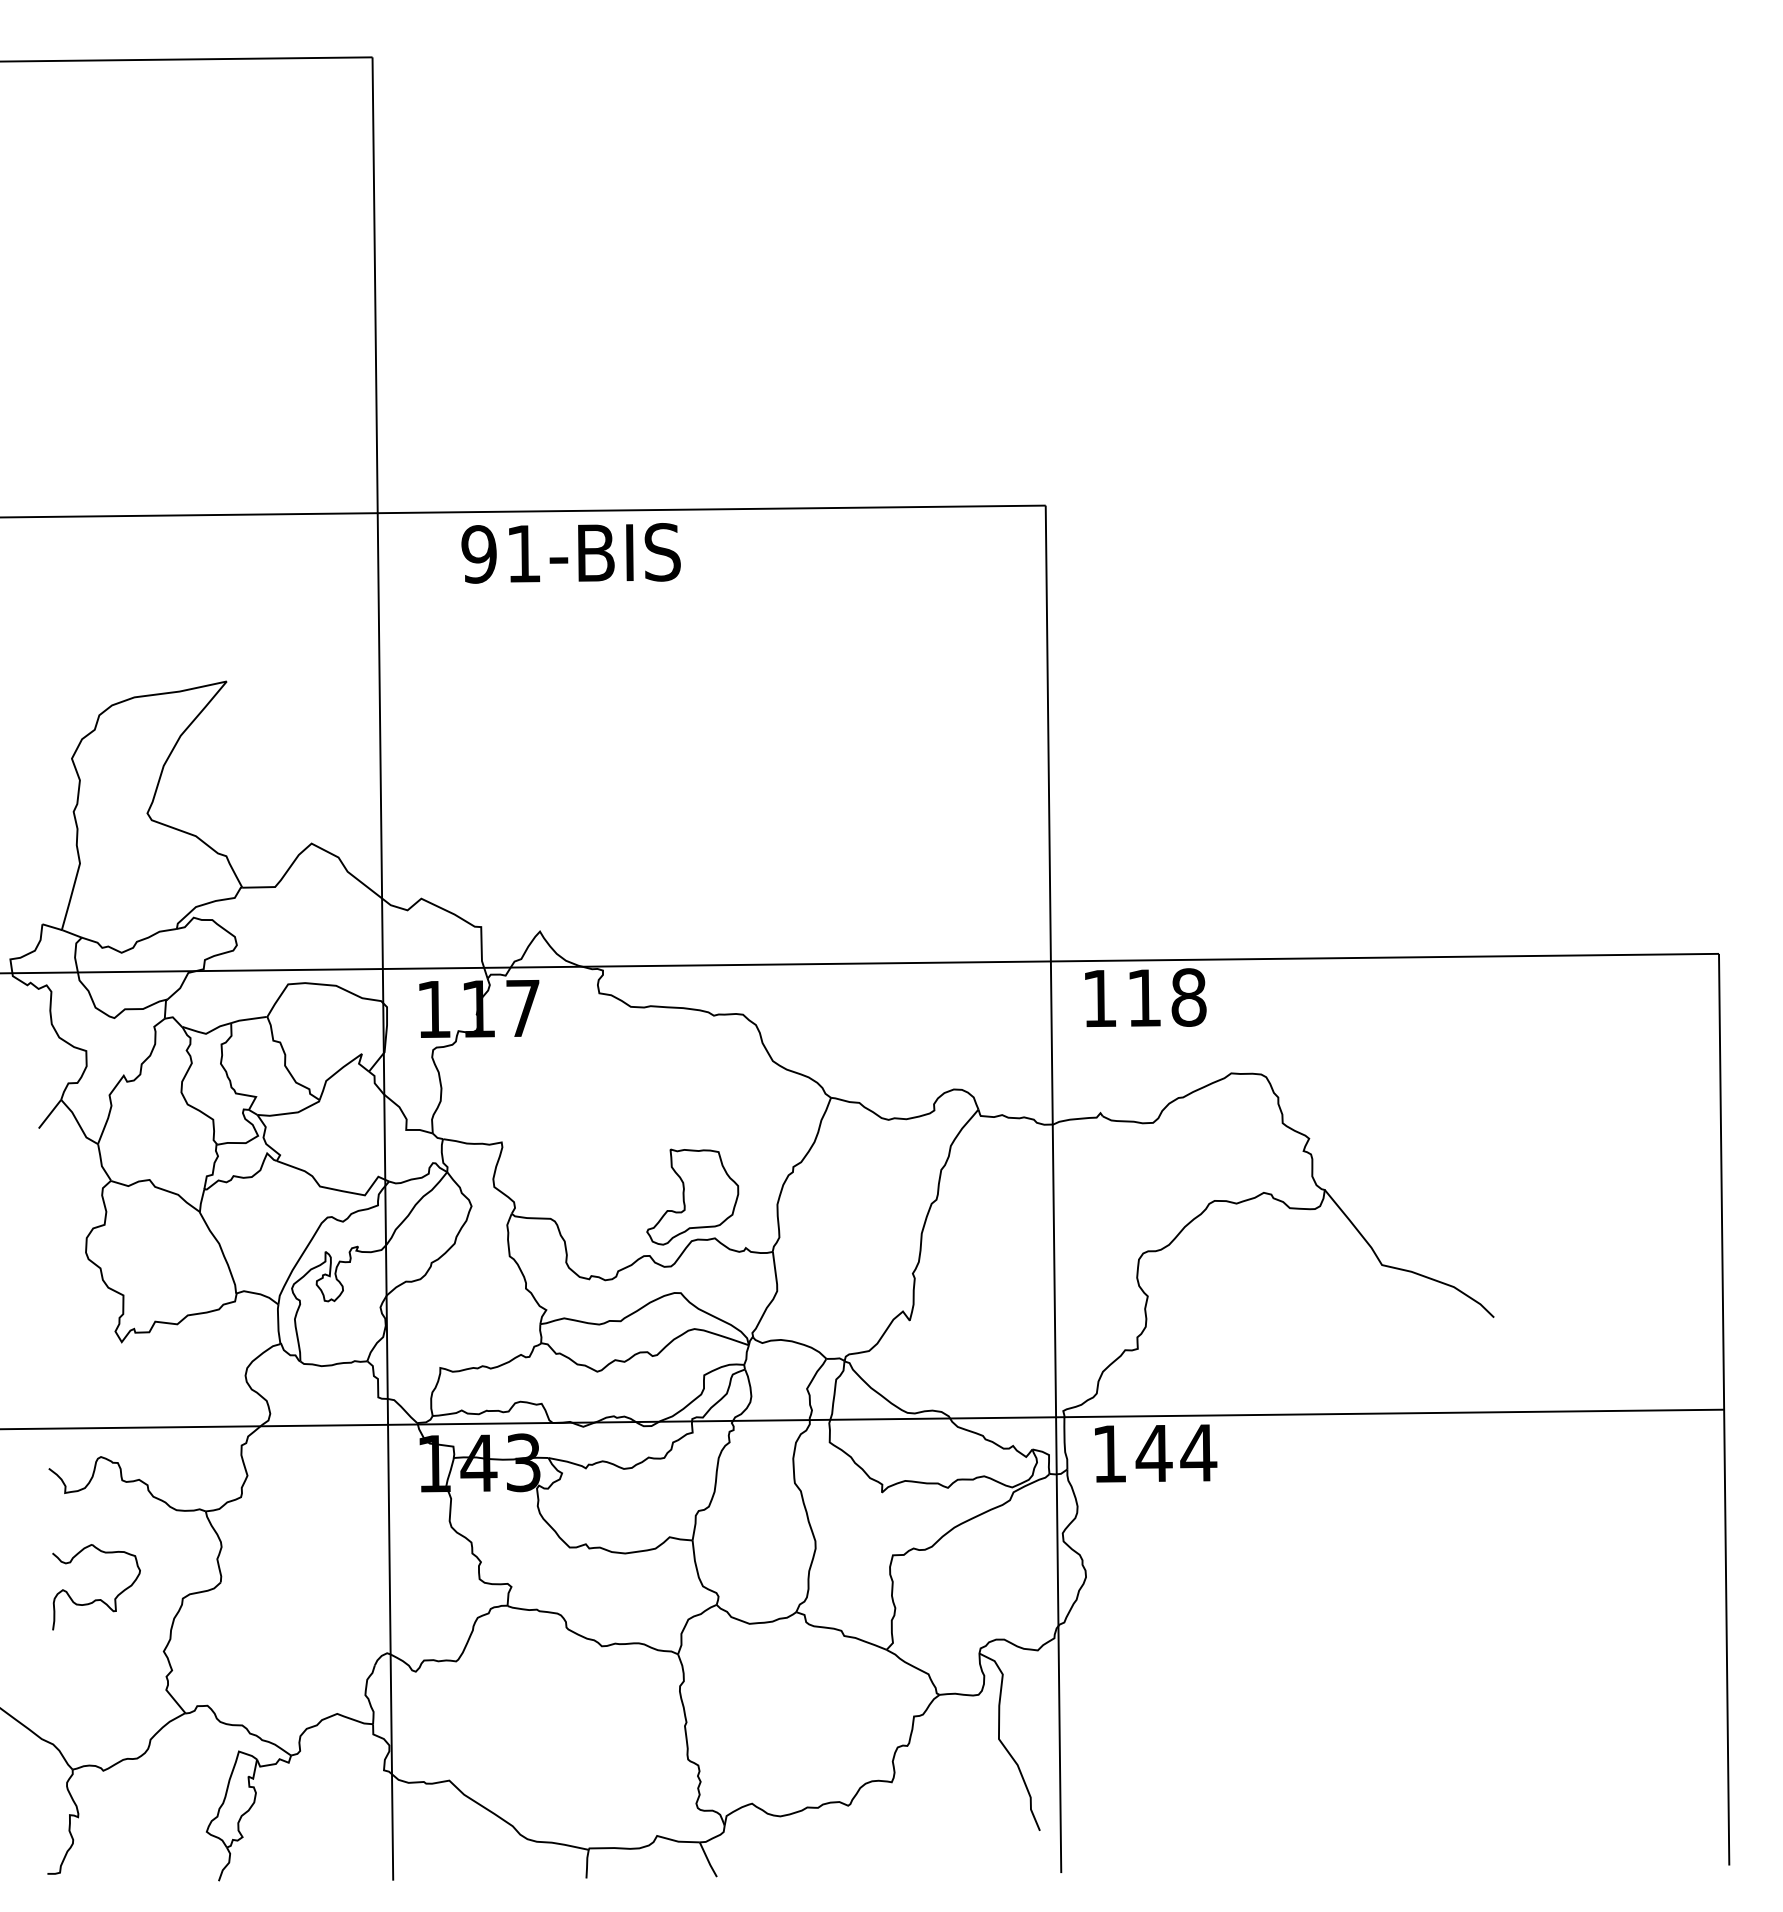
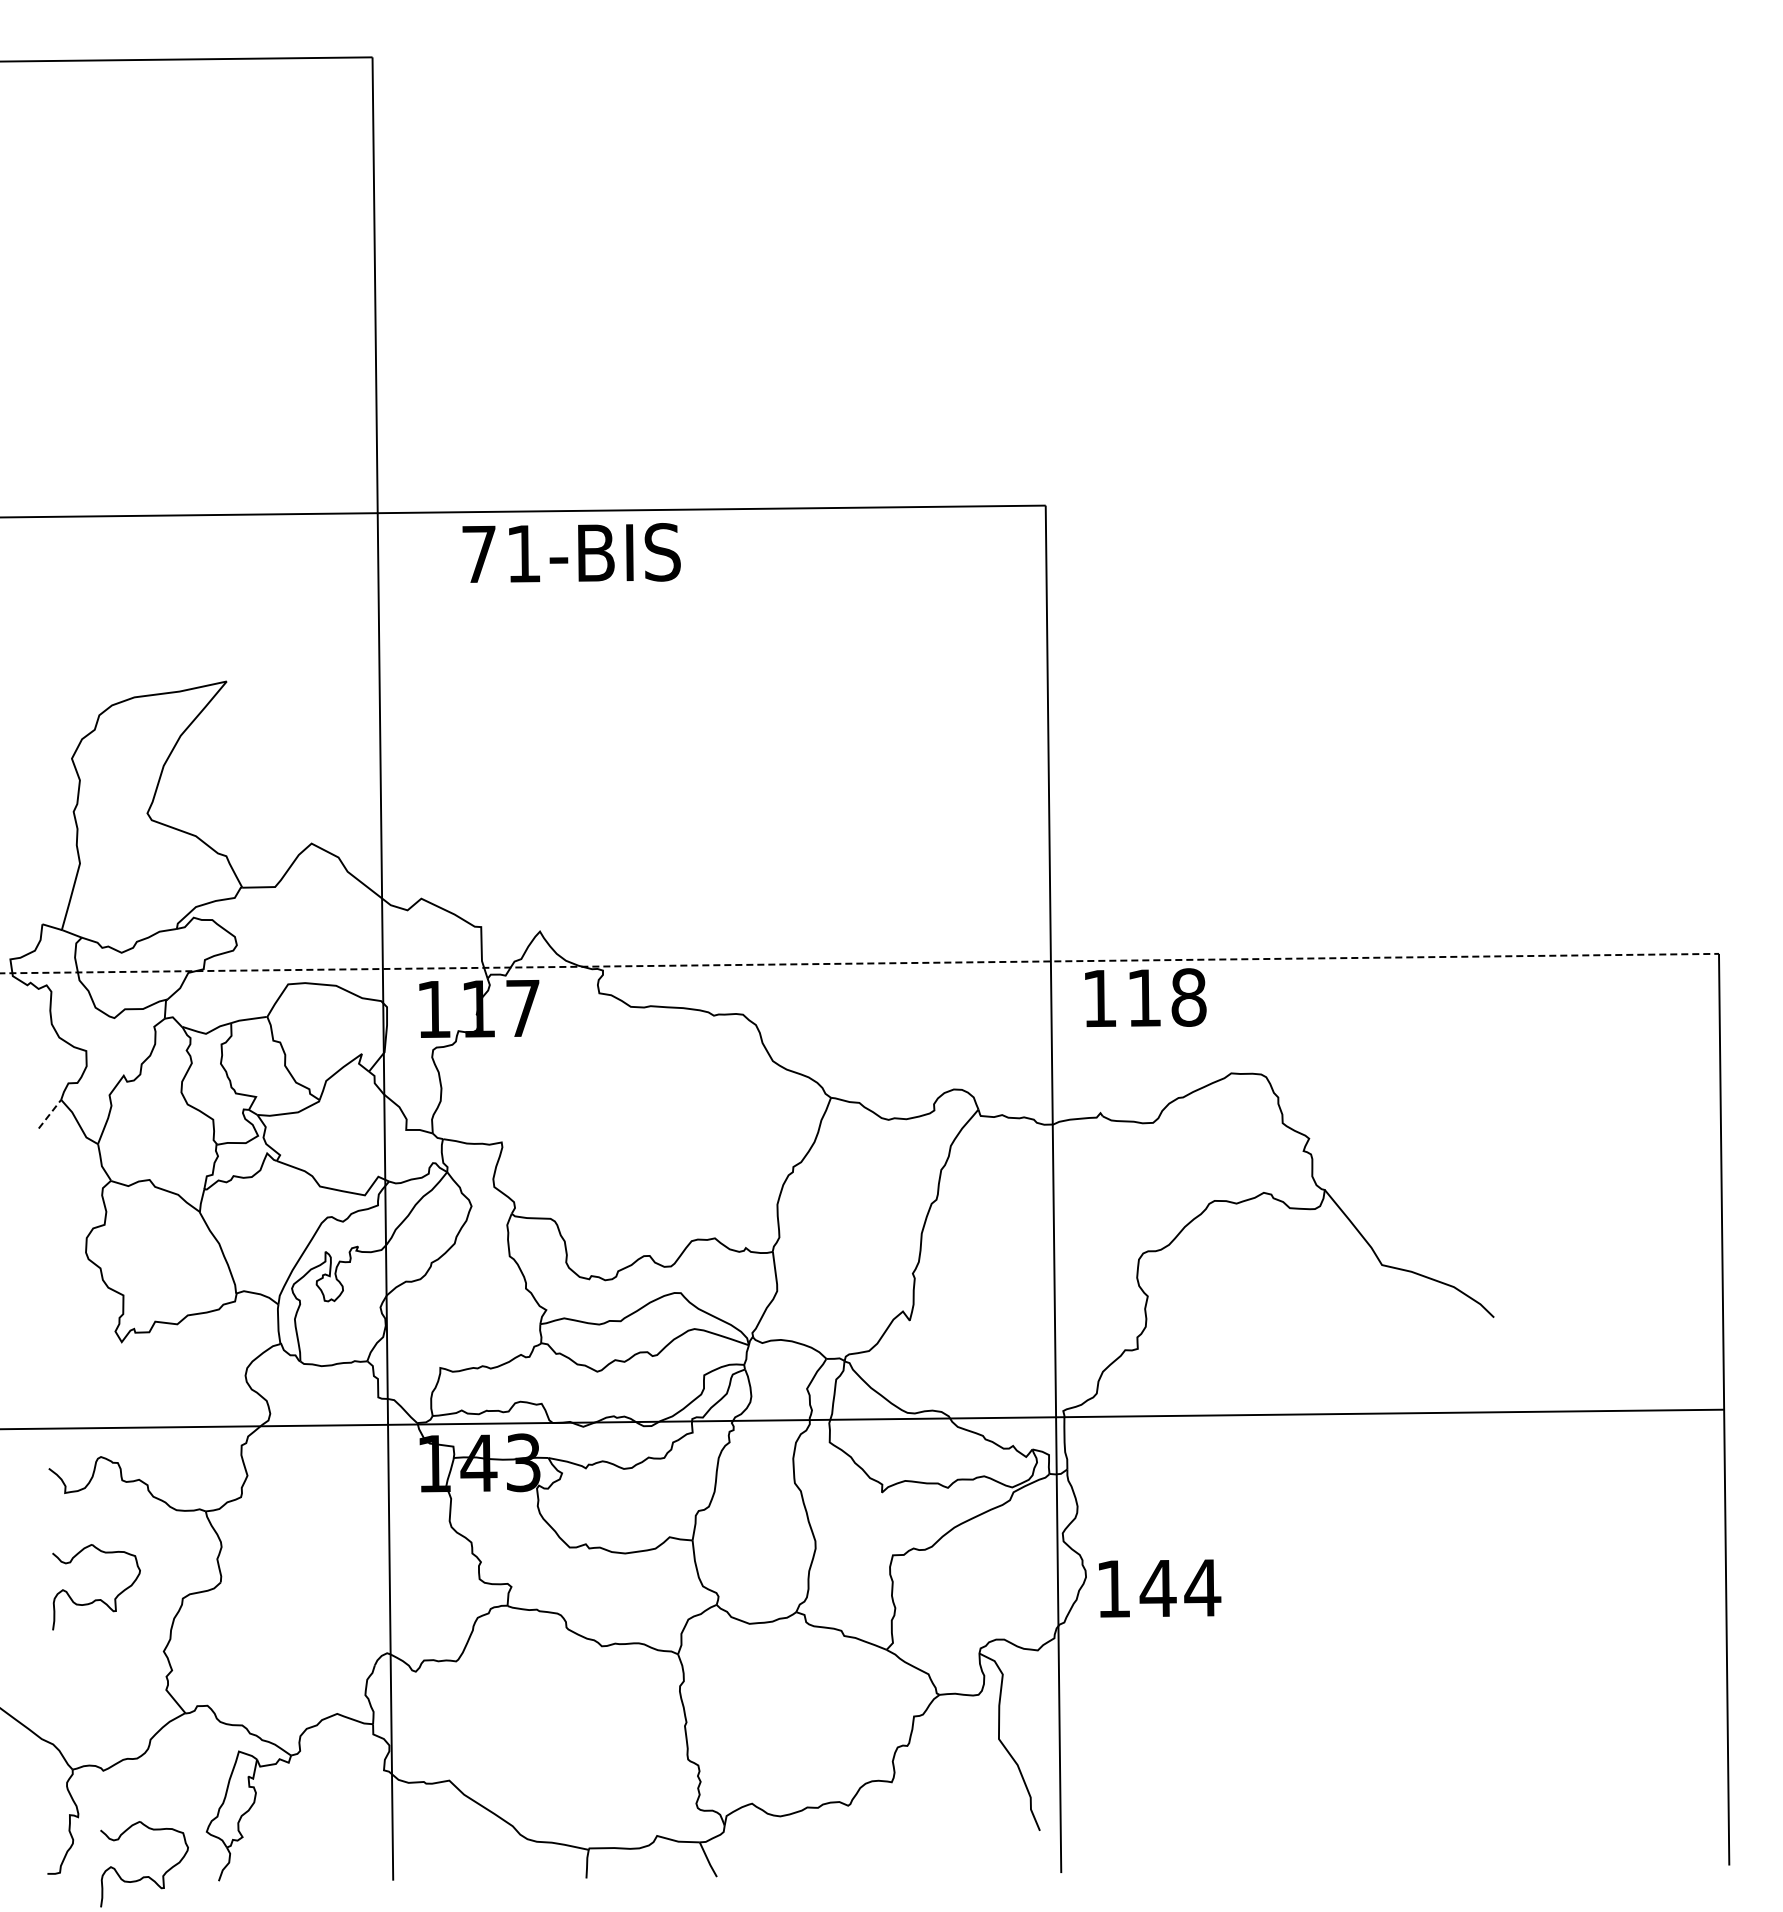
text at (478, 554): 91-BIS -> 71-BIS
line at (860, 963): solid -> dashed
line at (50, 1113): solid -> dashed
part at (692, 1196): present -> none
text at (1156, 1453) position: (1156, 1453) -> (1160, 1588)
part at (144, 1876): none -> present
